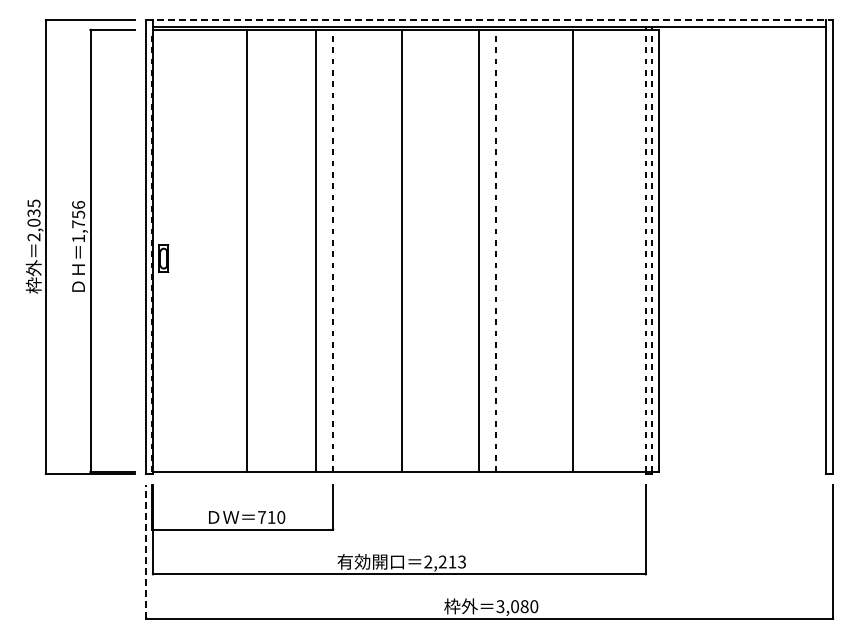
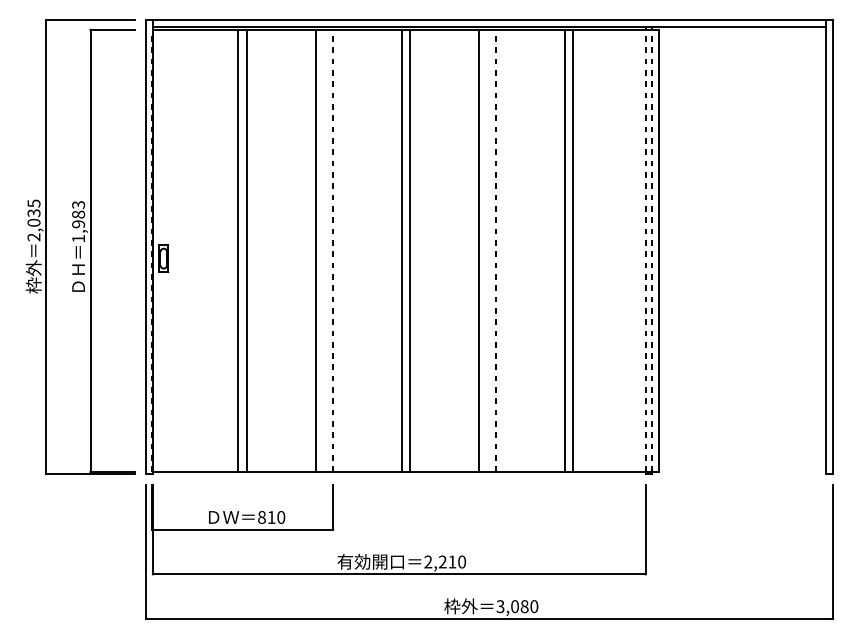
line at (490, 20): dashed -> solid
text at (78, 214): 1,756 -> 1,983
line at (238, 251): none -> present
line at (410, 251): none -> present
line at (564, 251): none -> present
text at (261, 517): 710 -> 810
line at (146, 551): dashed -> solid
text at (462, 561): 2,213 -> 2,210
